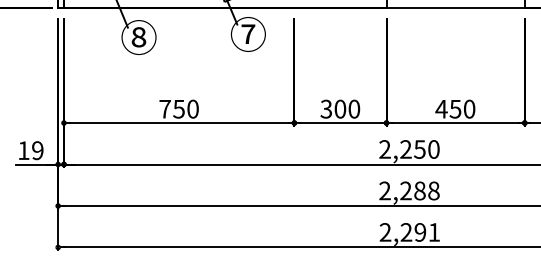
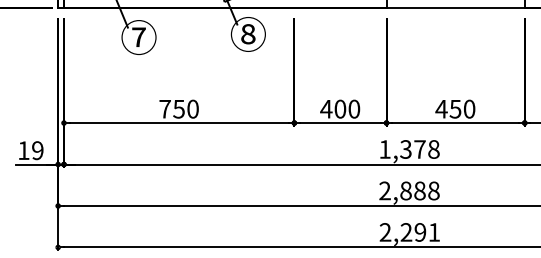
text at (248, 34): ⑦ -> ⑧
text at (138, 37): ⑧ -> ⑦
text at (326, 108): 300 -> 400
text at (409, 149): 2,250 -> 1,378
text at (405, 190): 2,288 -> 2,888
